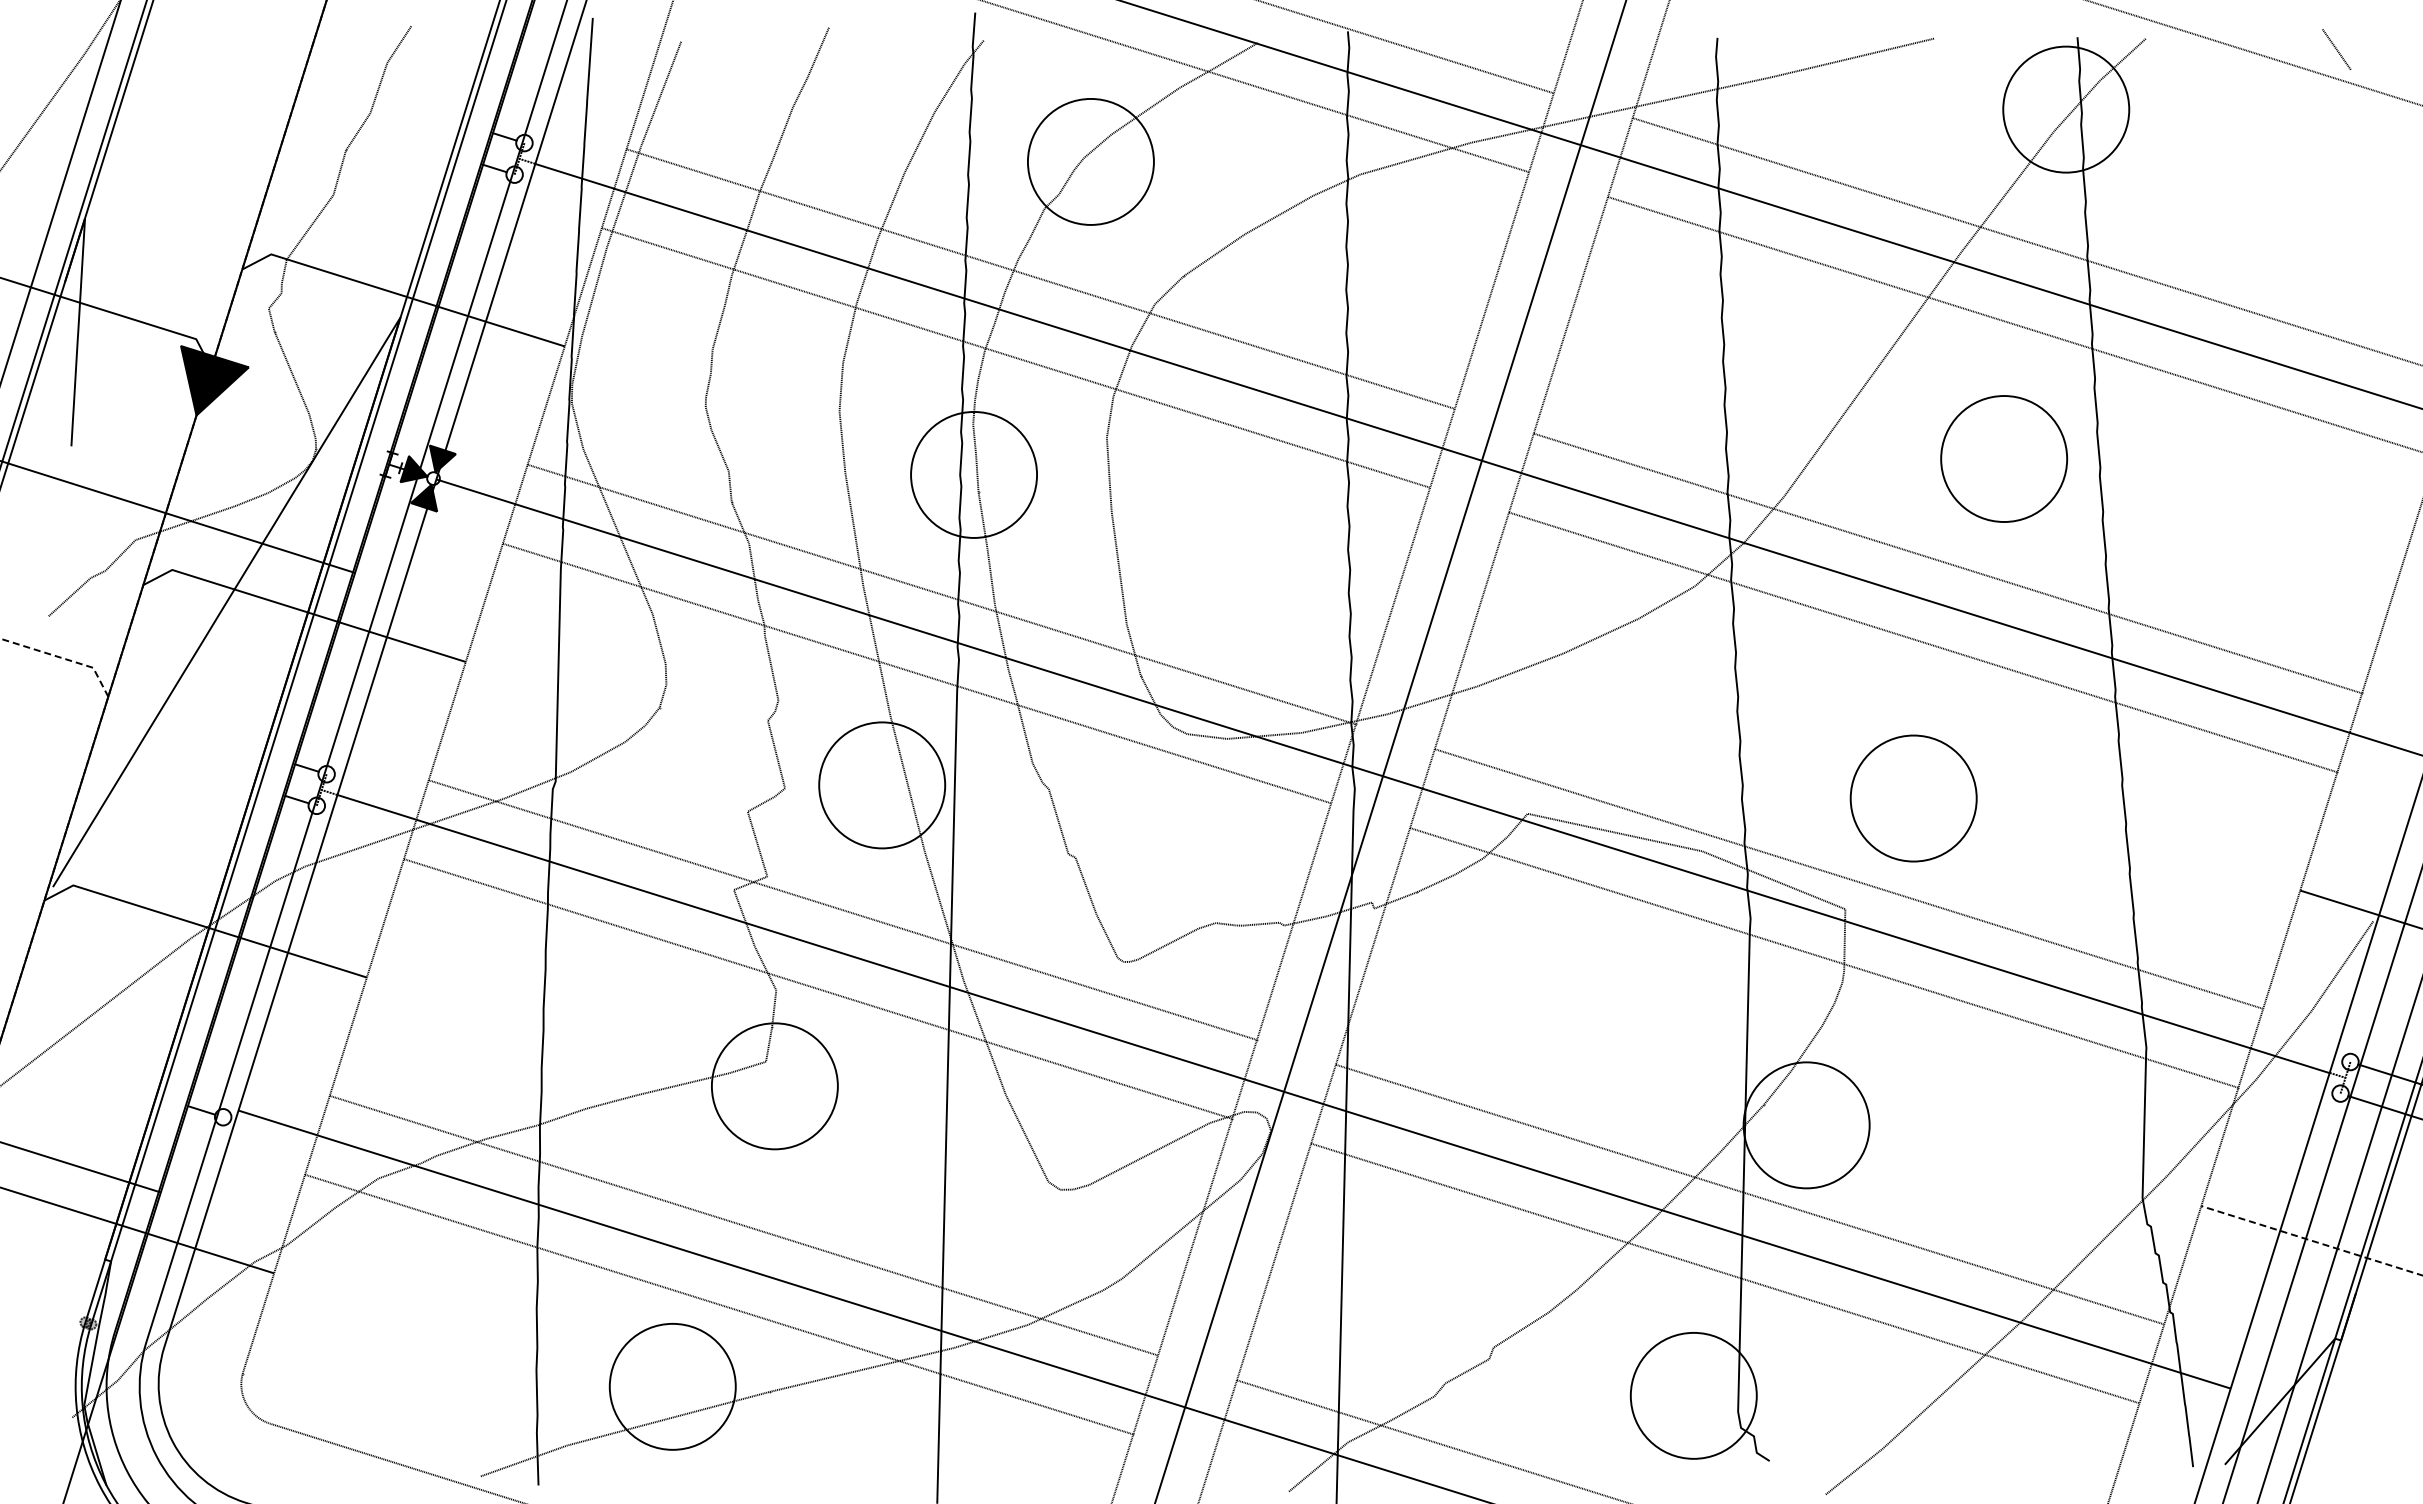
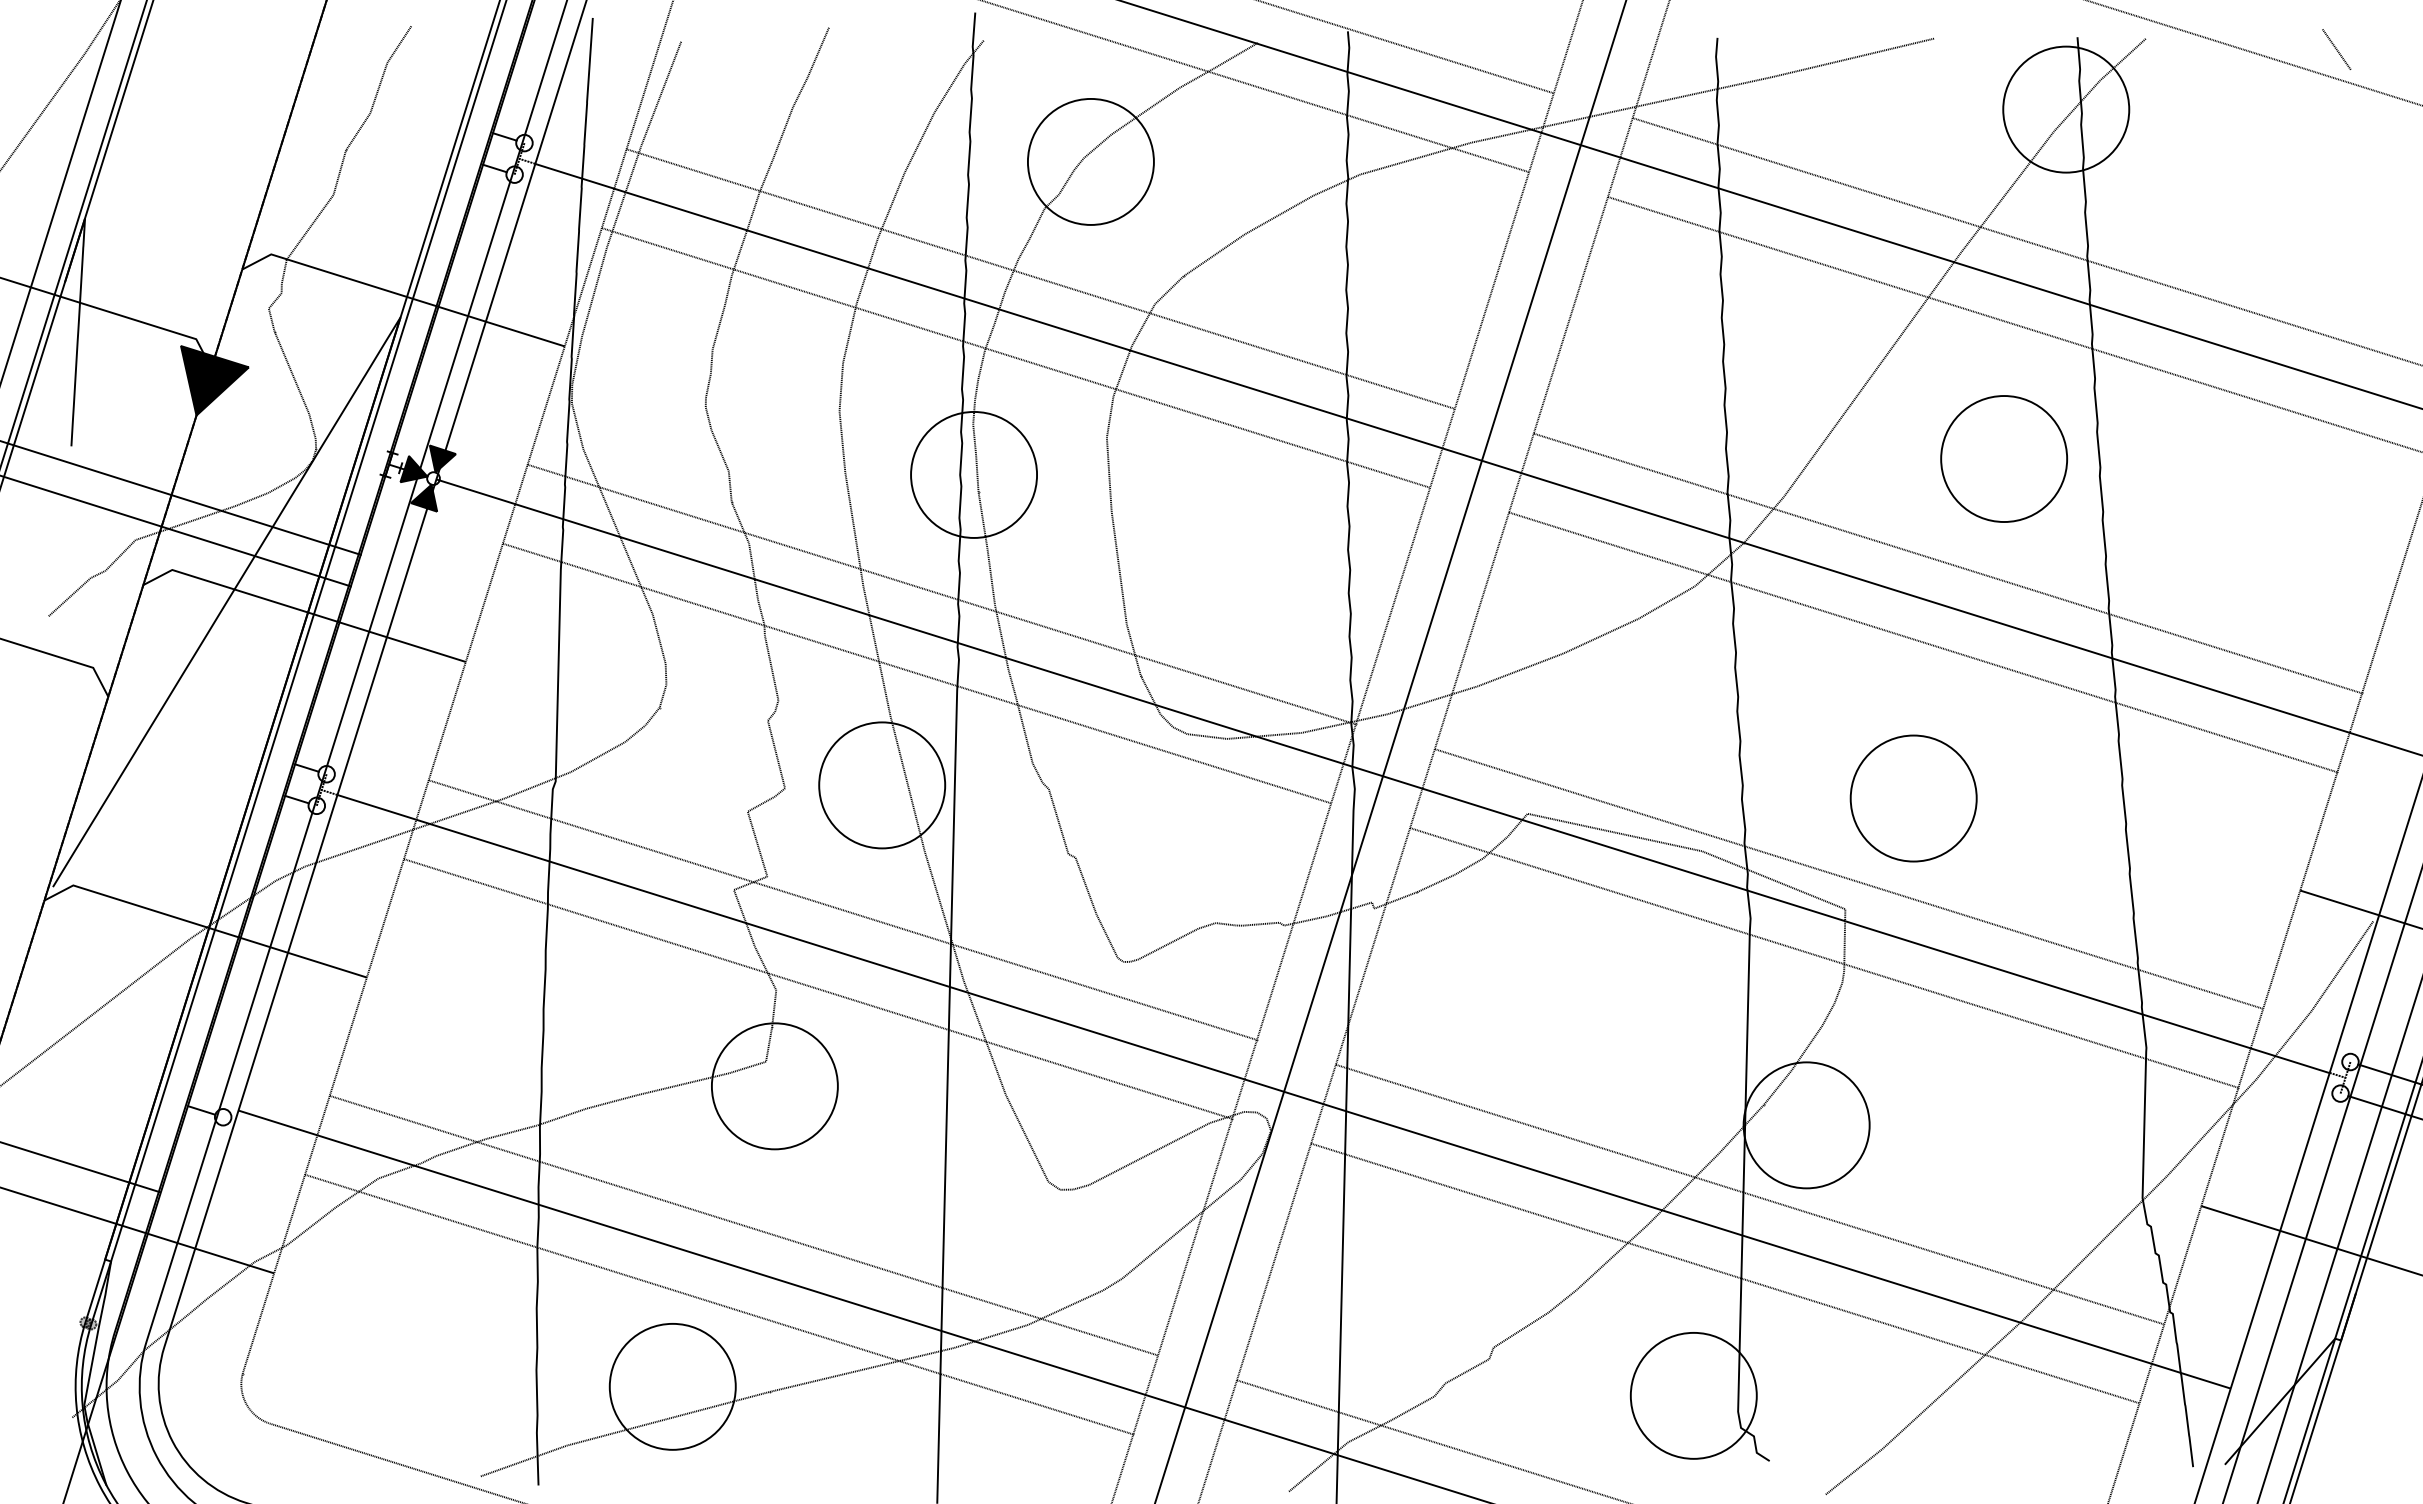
line at (178, 516) position: (178, 516) -> (181, 497)
line at (176, 531): none -> present
line at (62, 658): dashed -> solid
line at (2311, 1240): dashed -> solid
